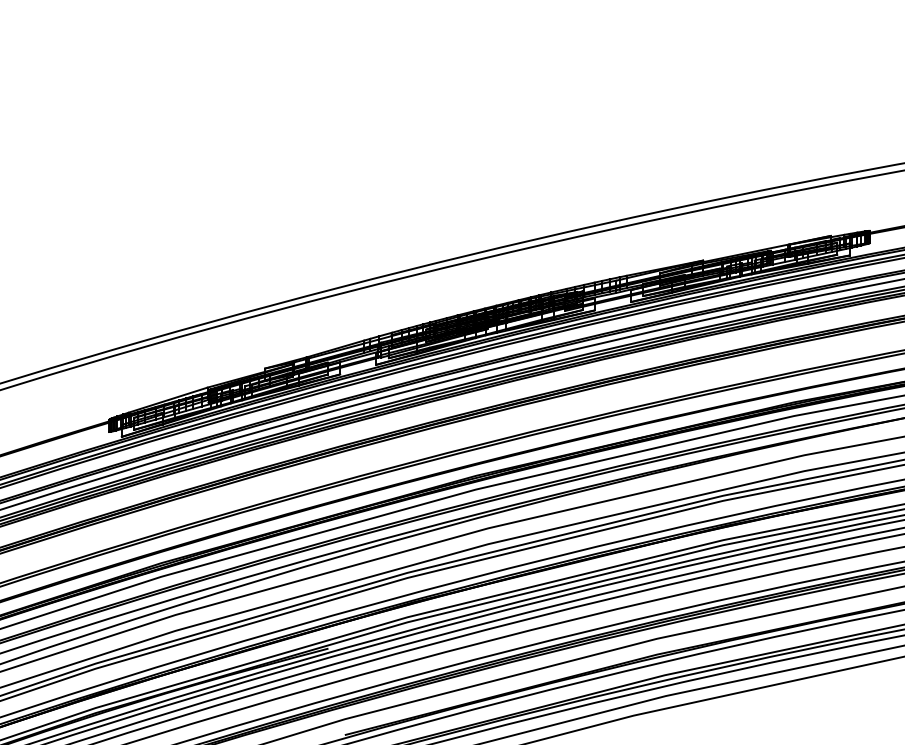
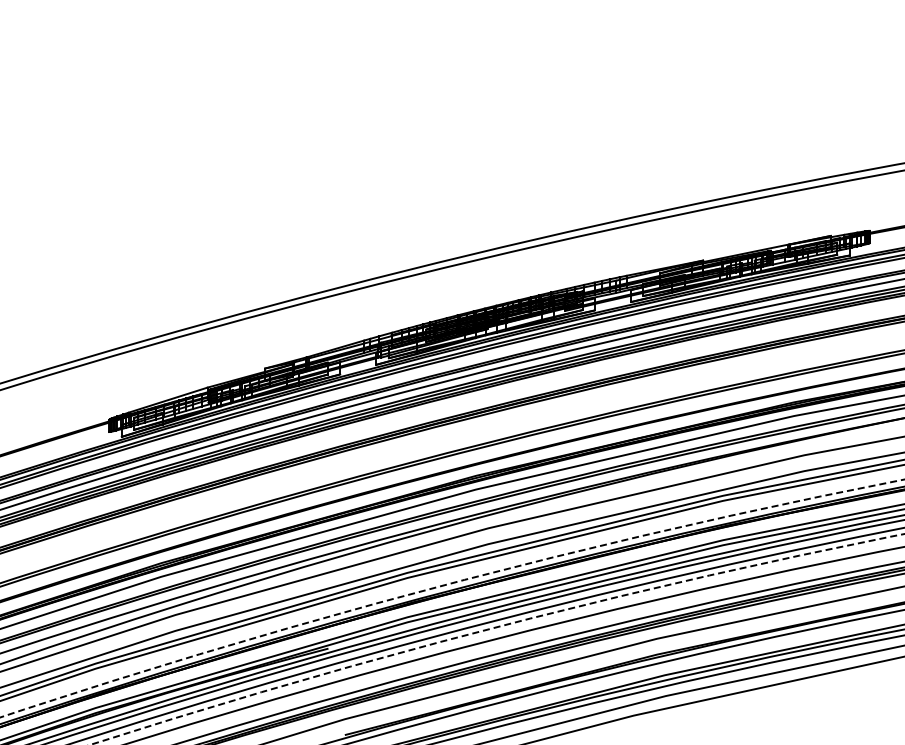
arc at (448, 584): solid -> dashed
arc at (494, 627): solid -> dashed
